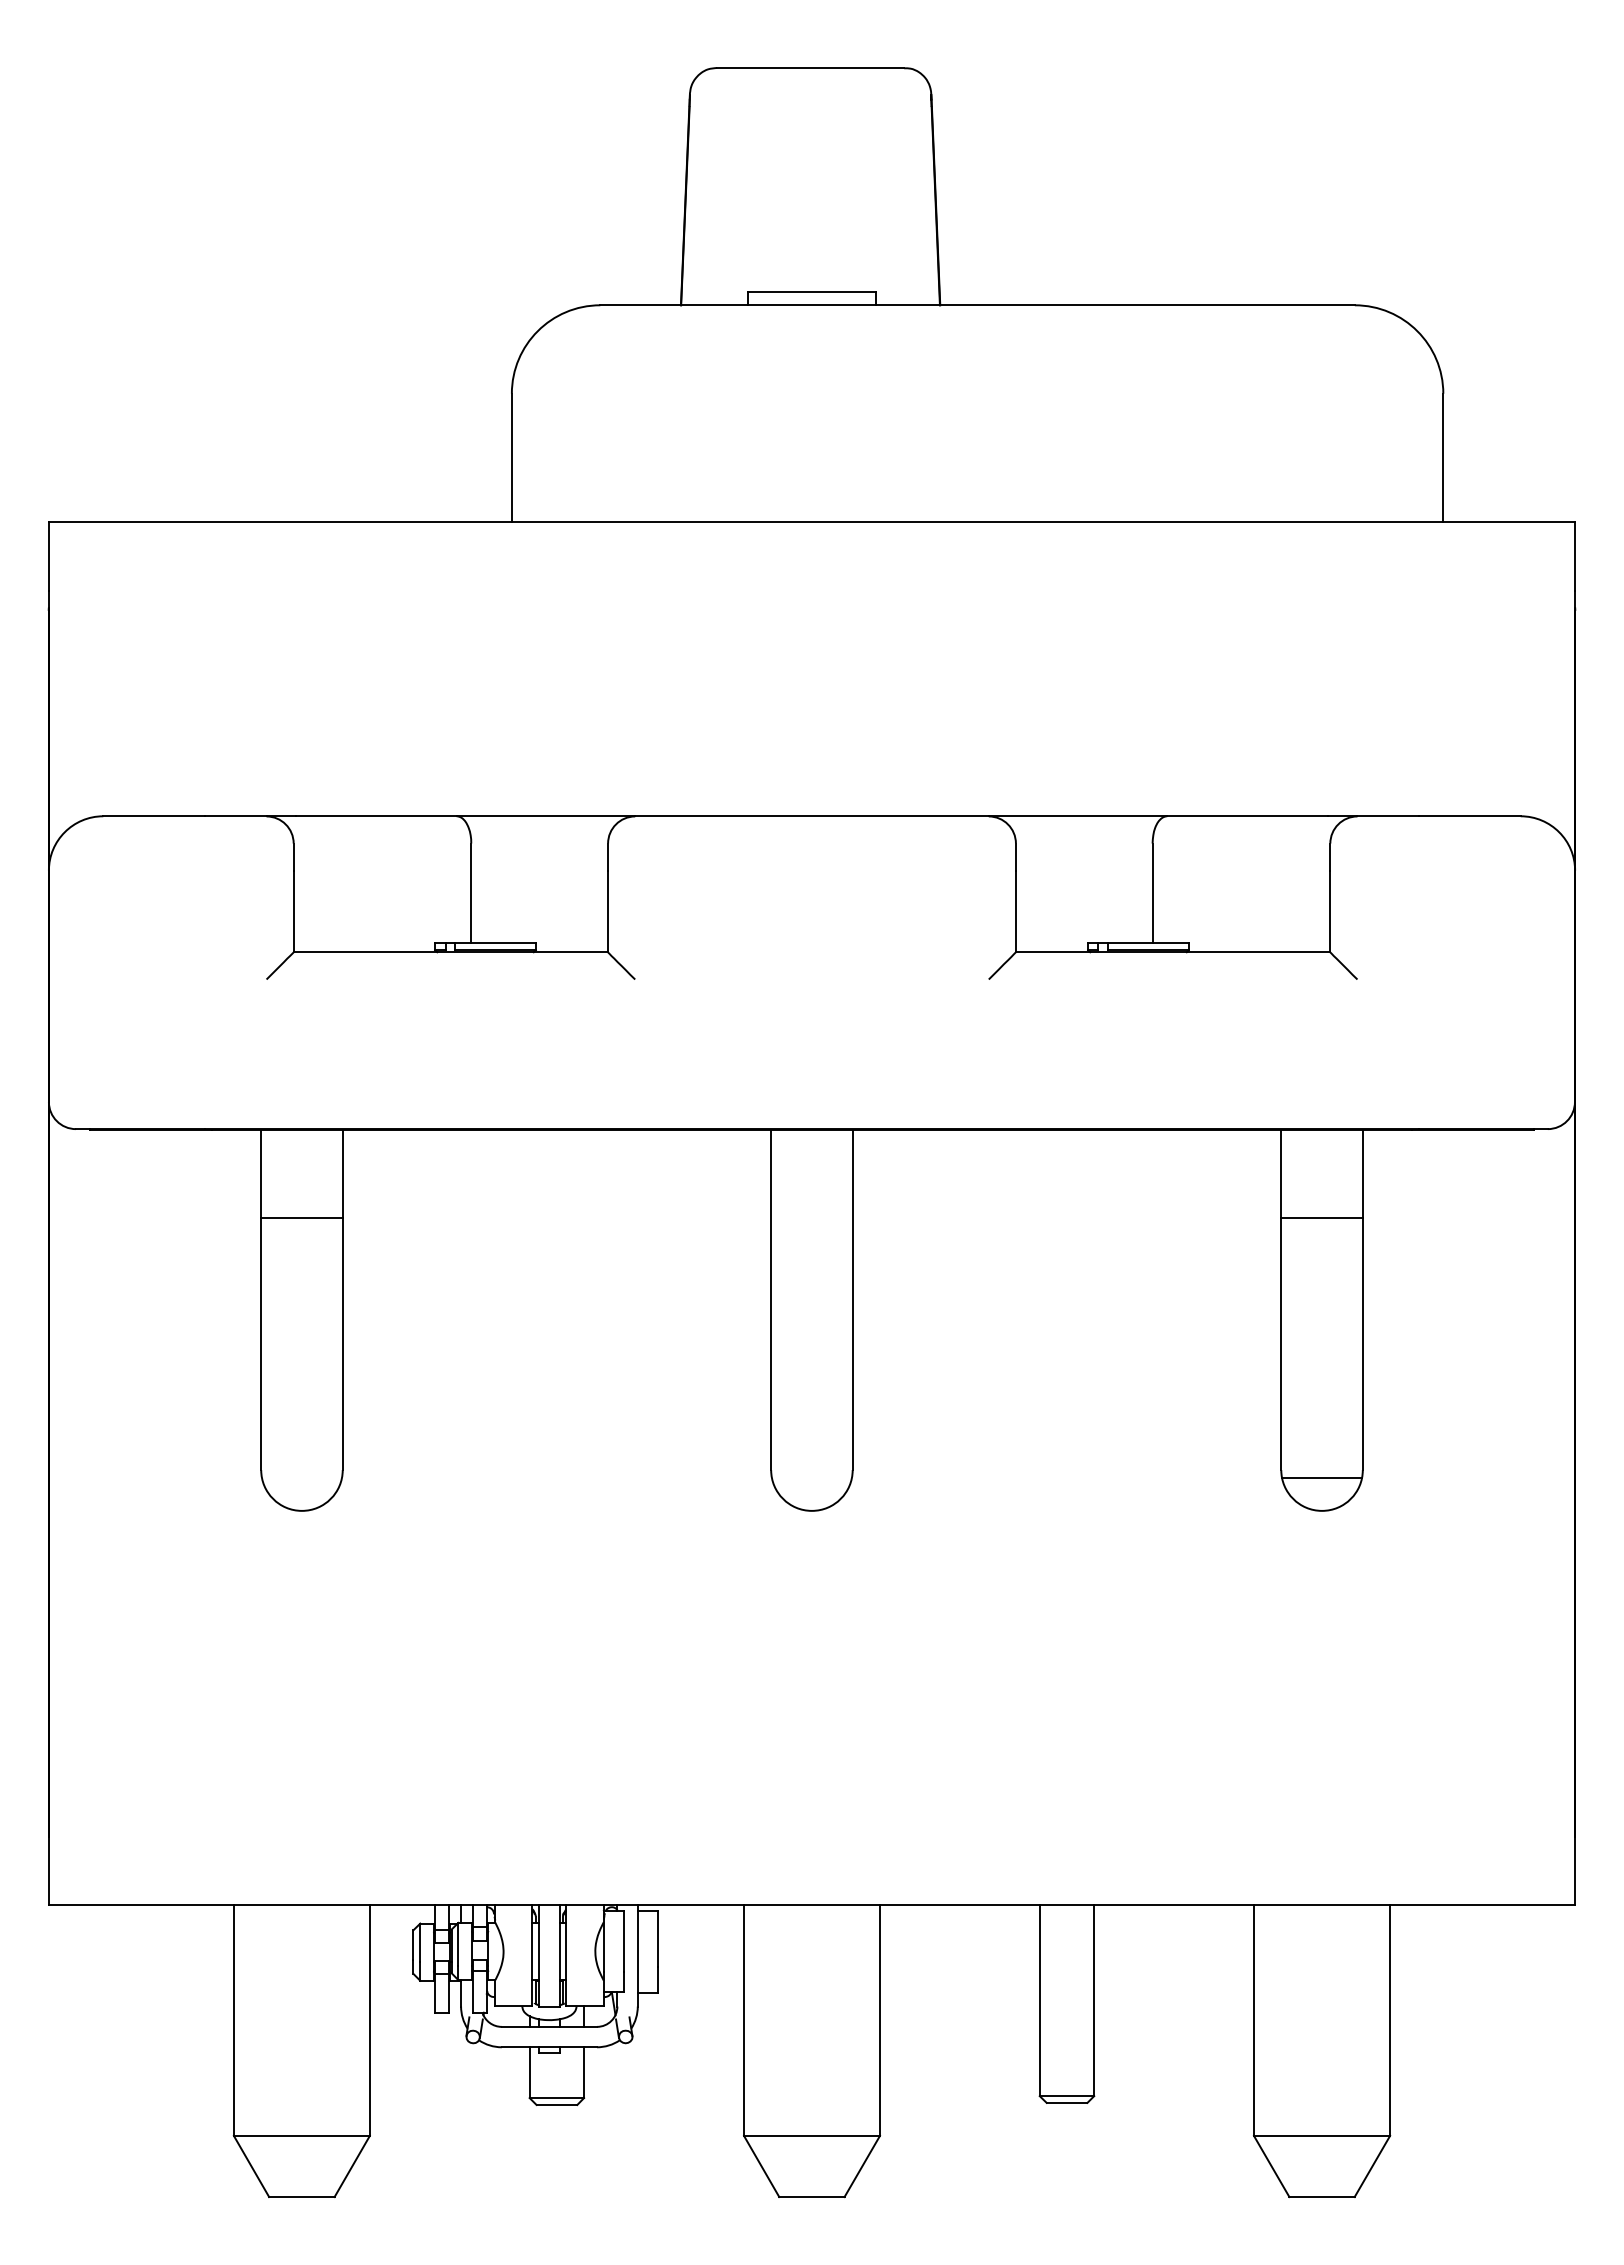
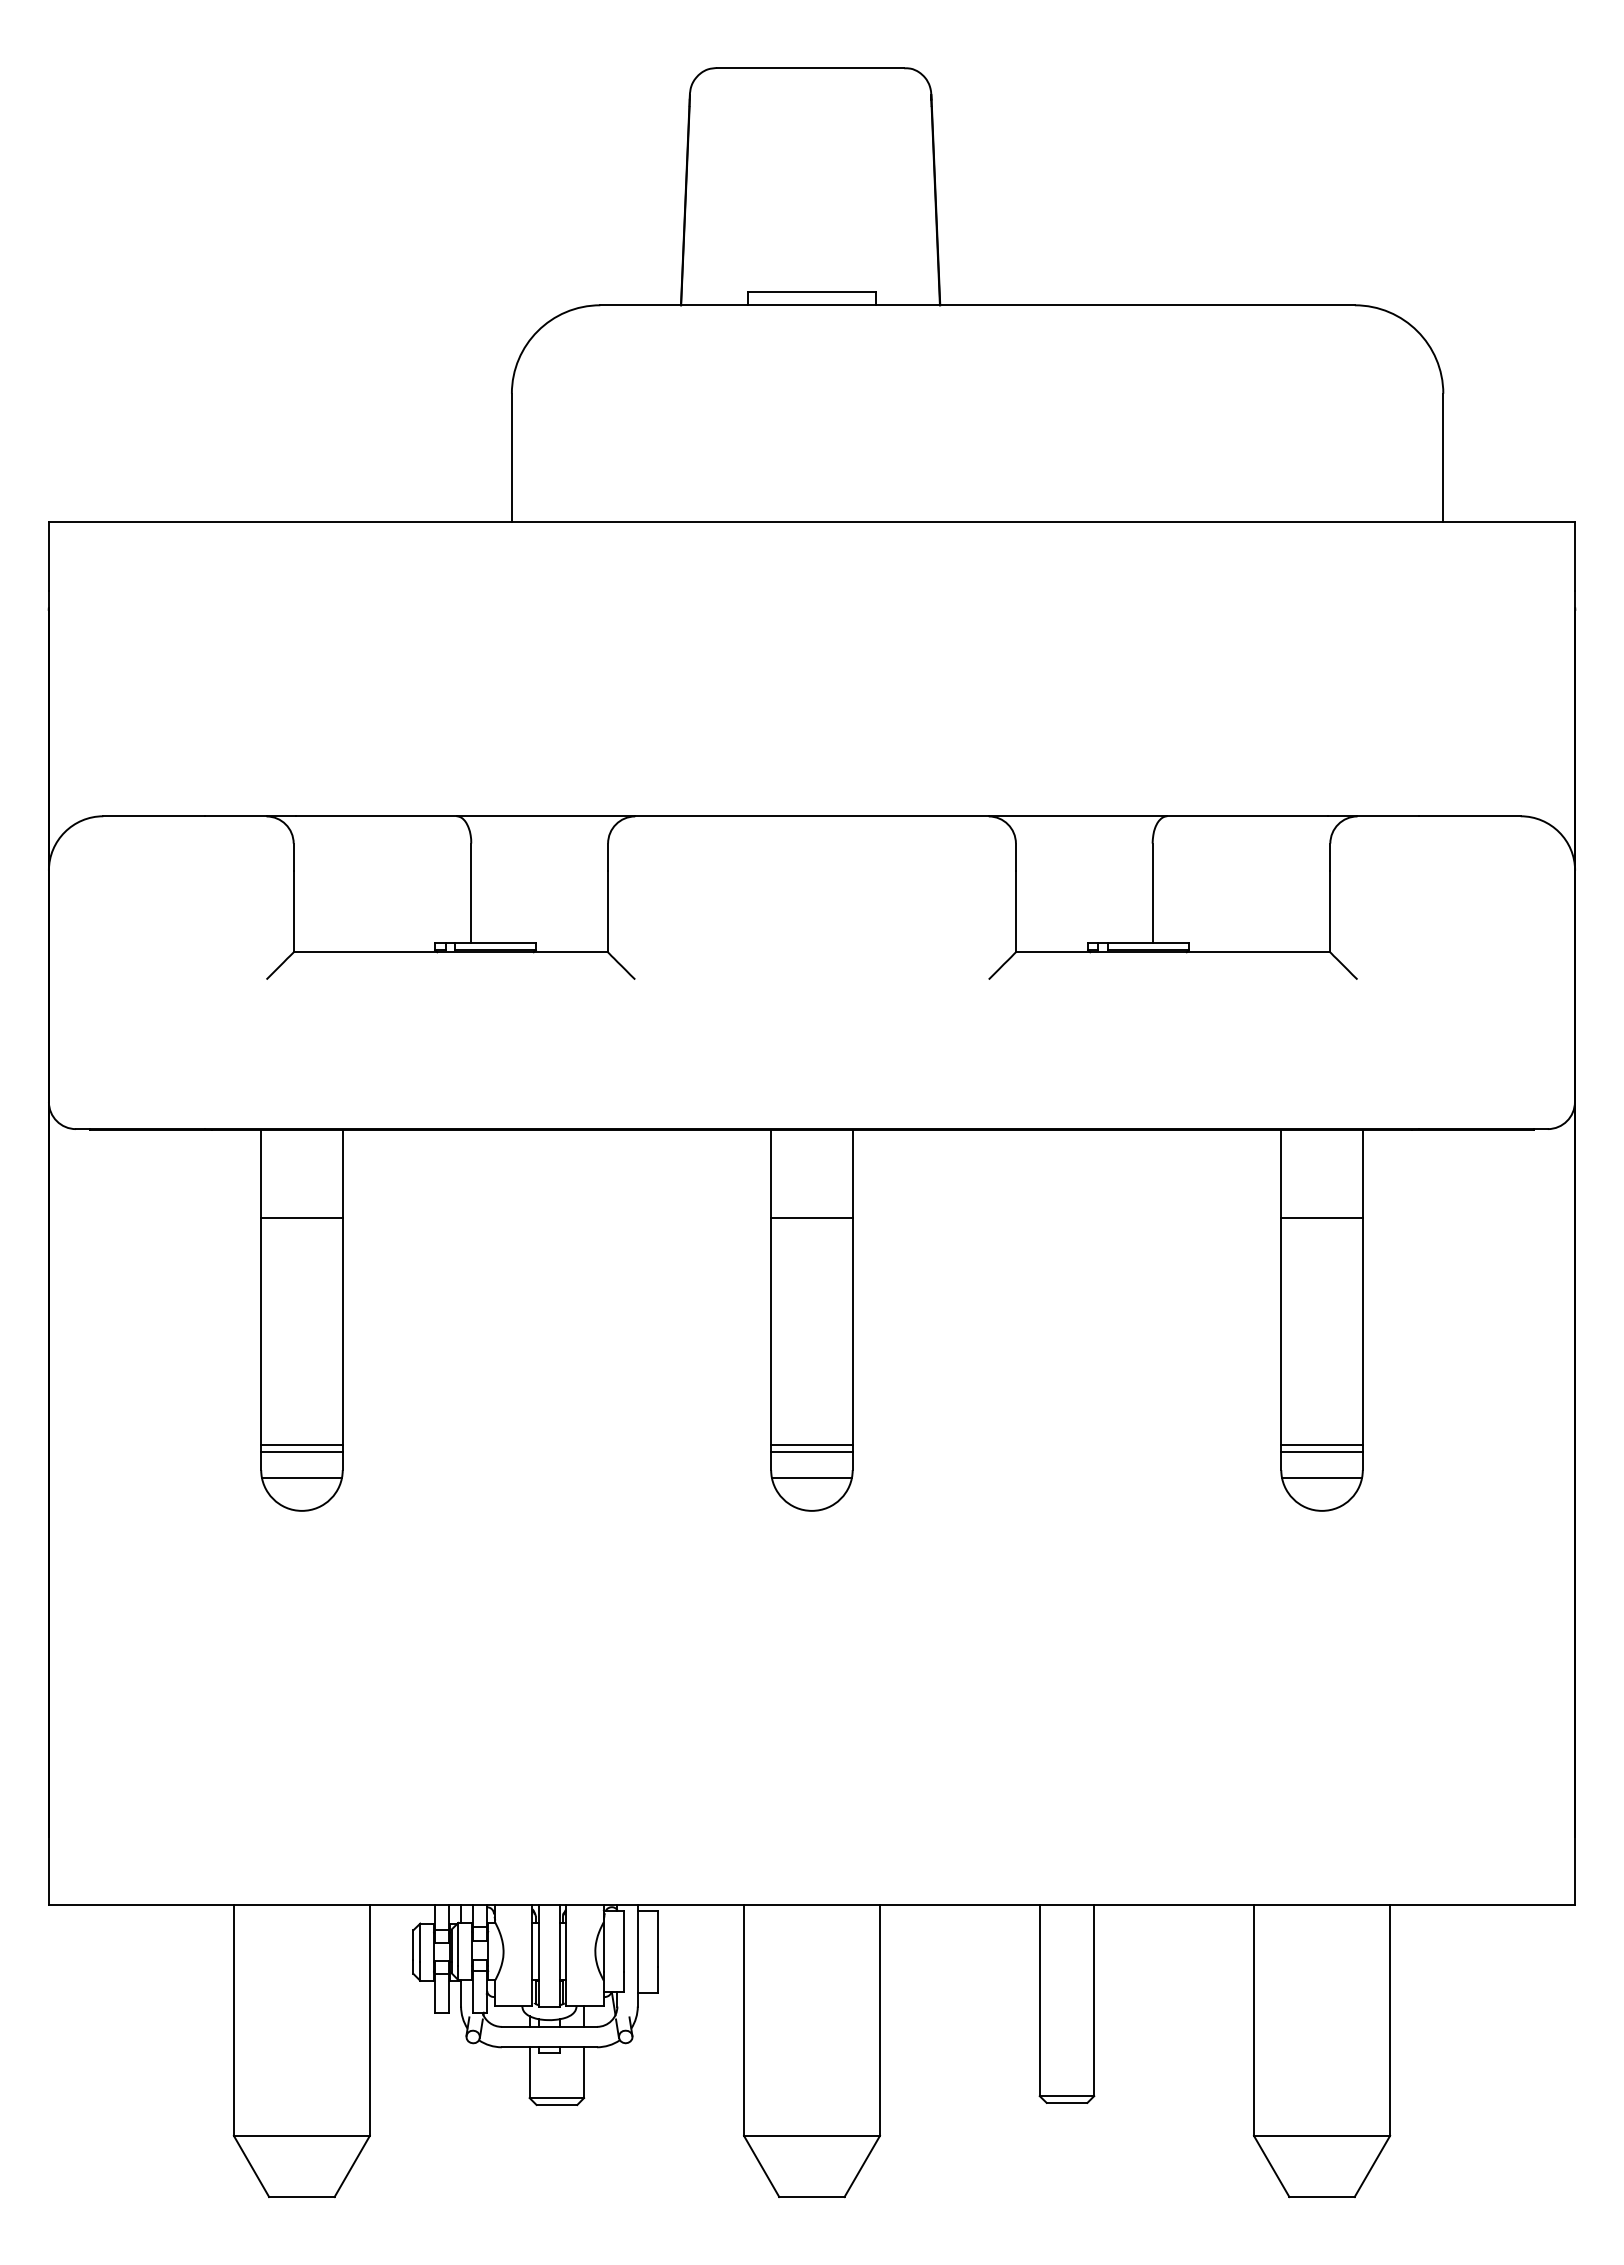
line at (811, 1217): none -> present
line at (301, 1444): none -> present
line at (811, 1444): none -> present
line at (1321, 1444): none -> present
line at (301, 1451): none -> present
line at (811, 1451): none -> present
line at (1321, 1451): none -> present
line at (301, 1478): none -> present
line at (812, 1478): none -> present
